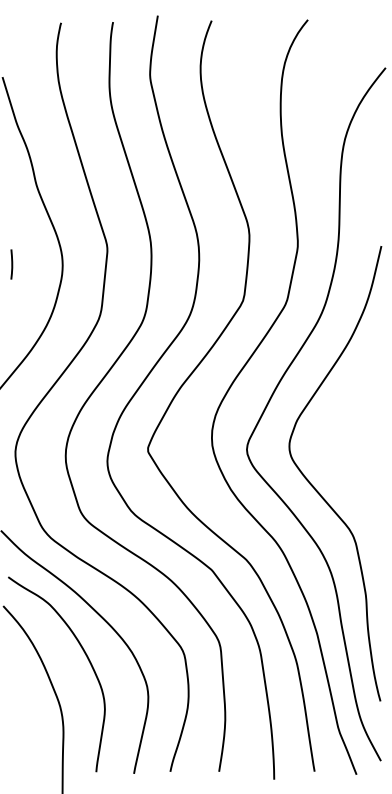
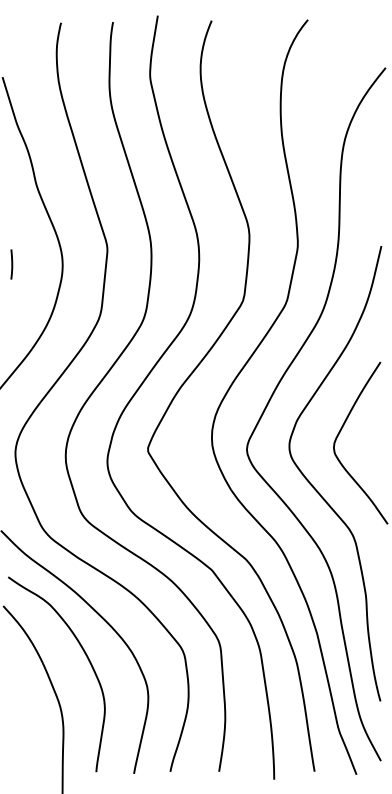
curve at (342, 429): none -> present
